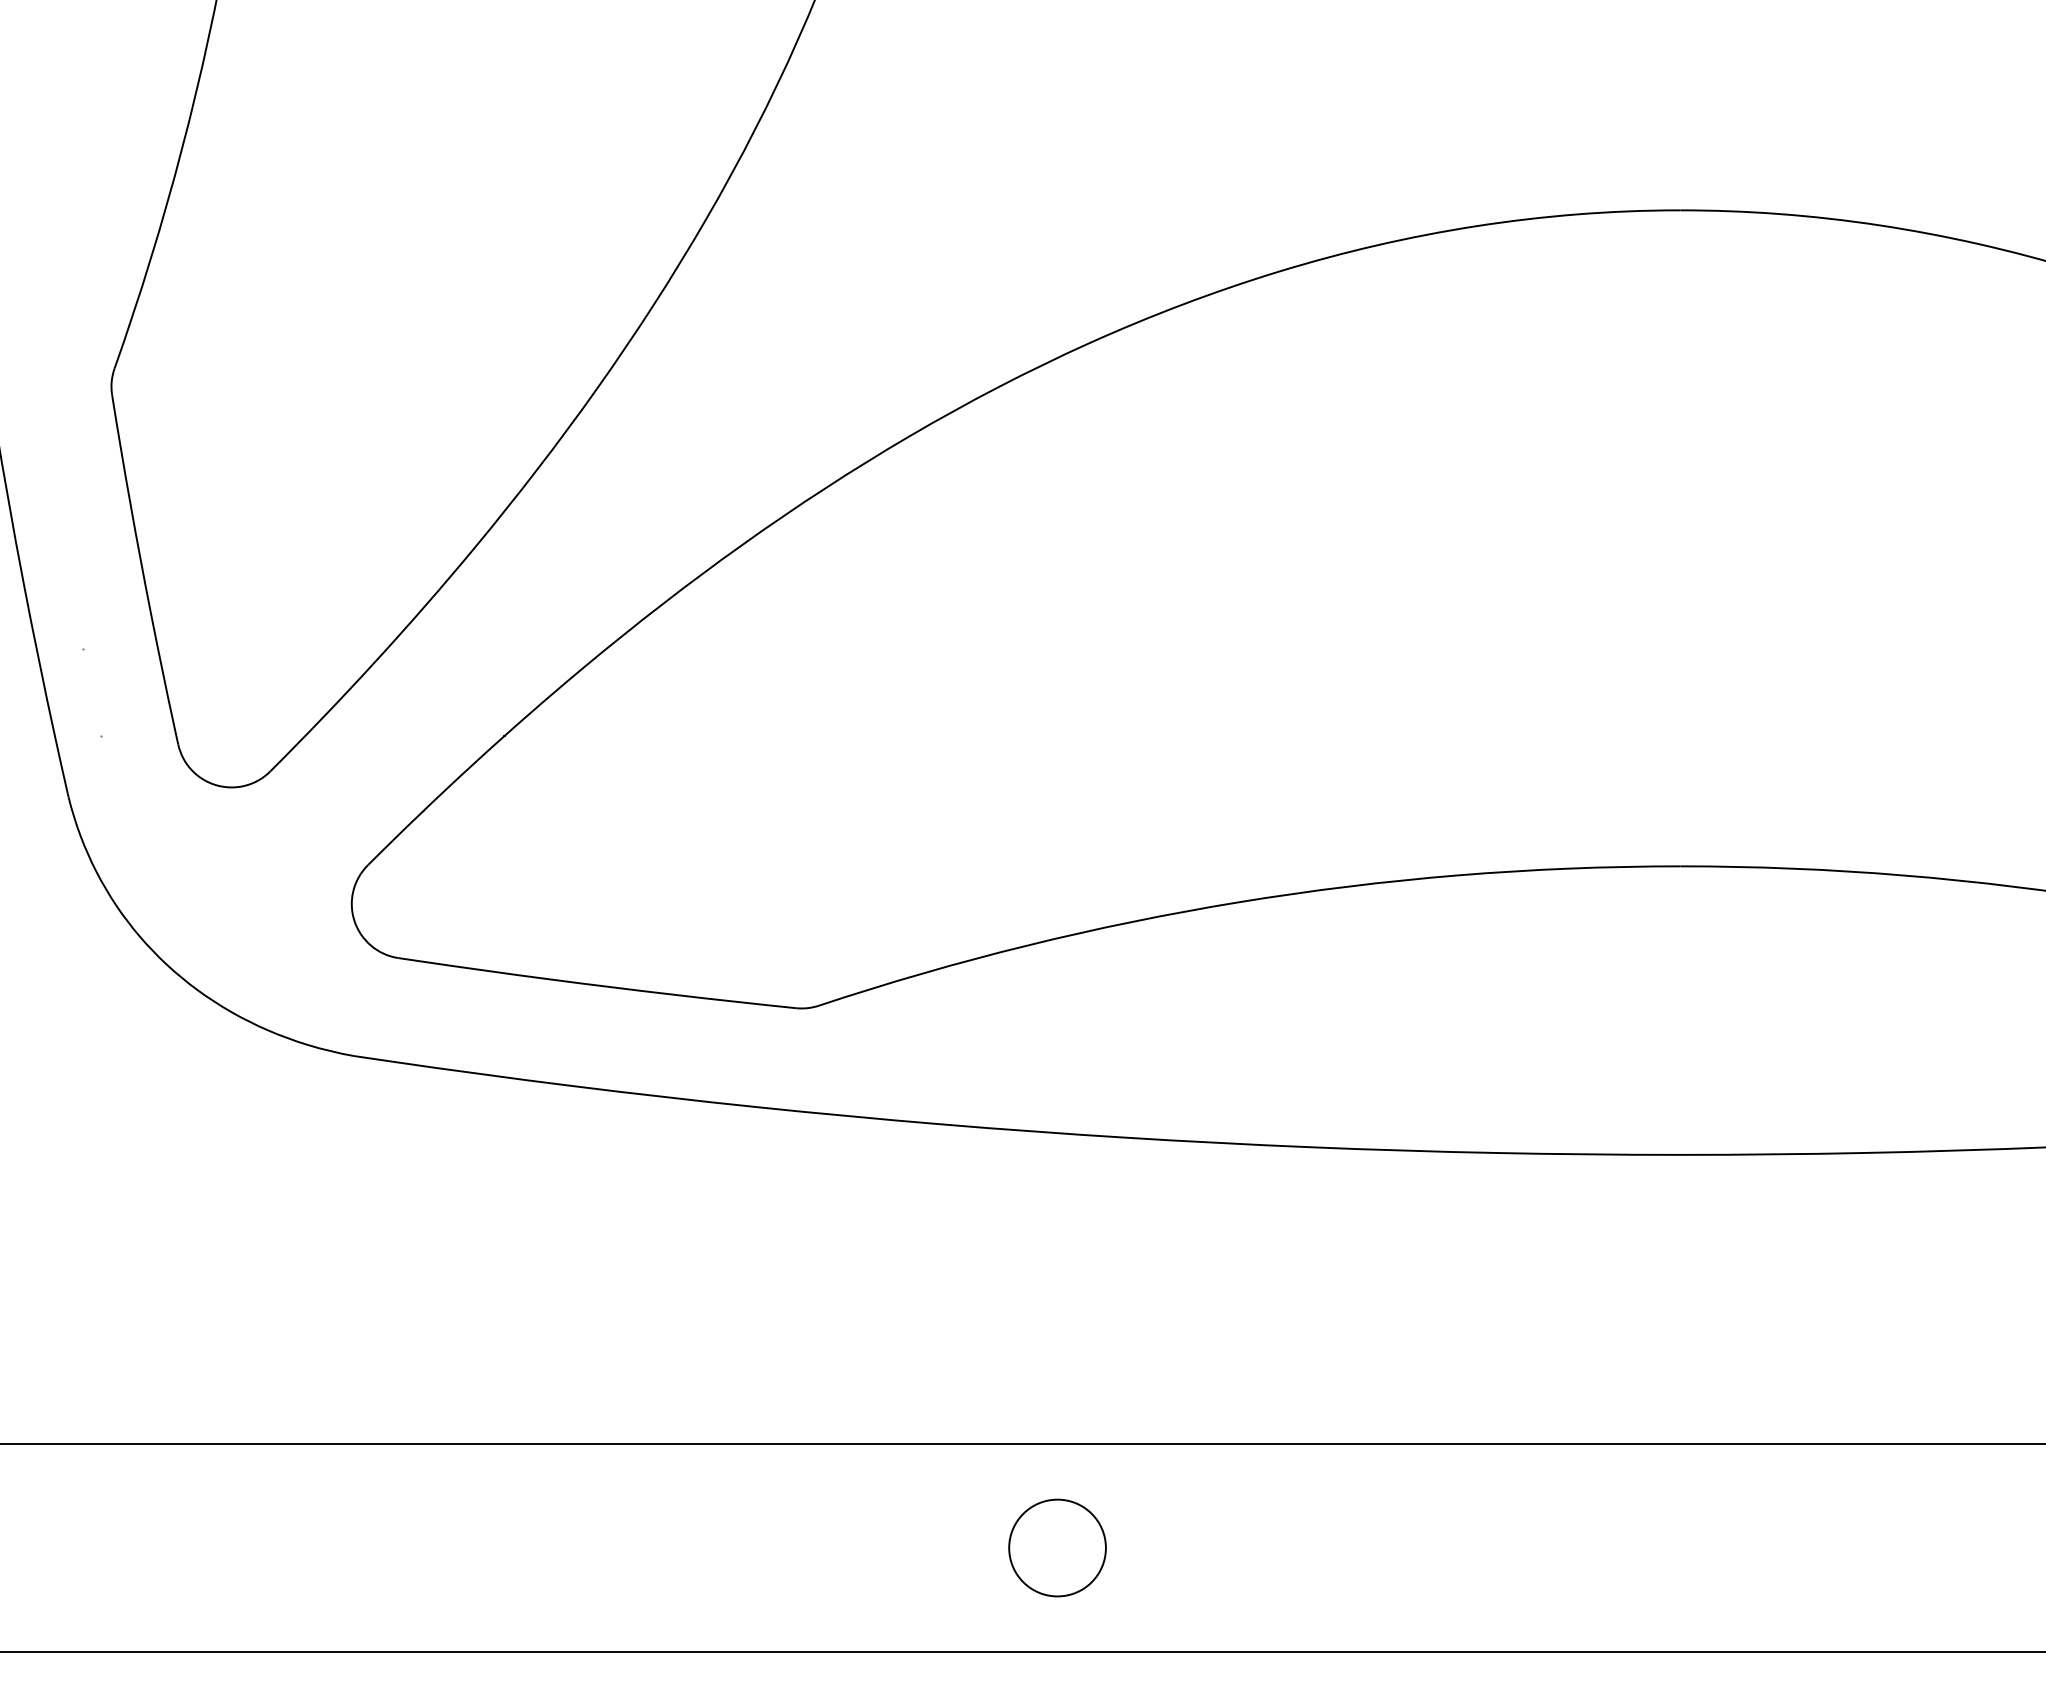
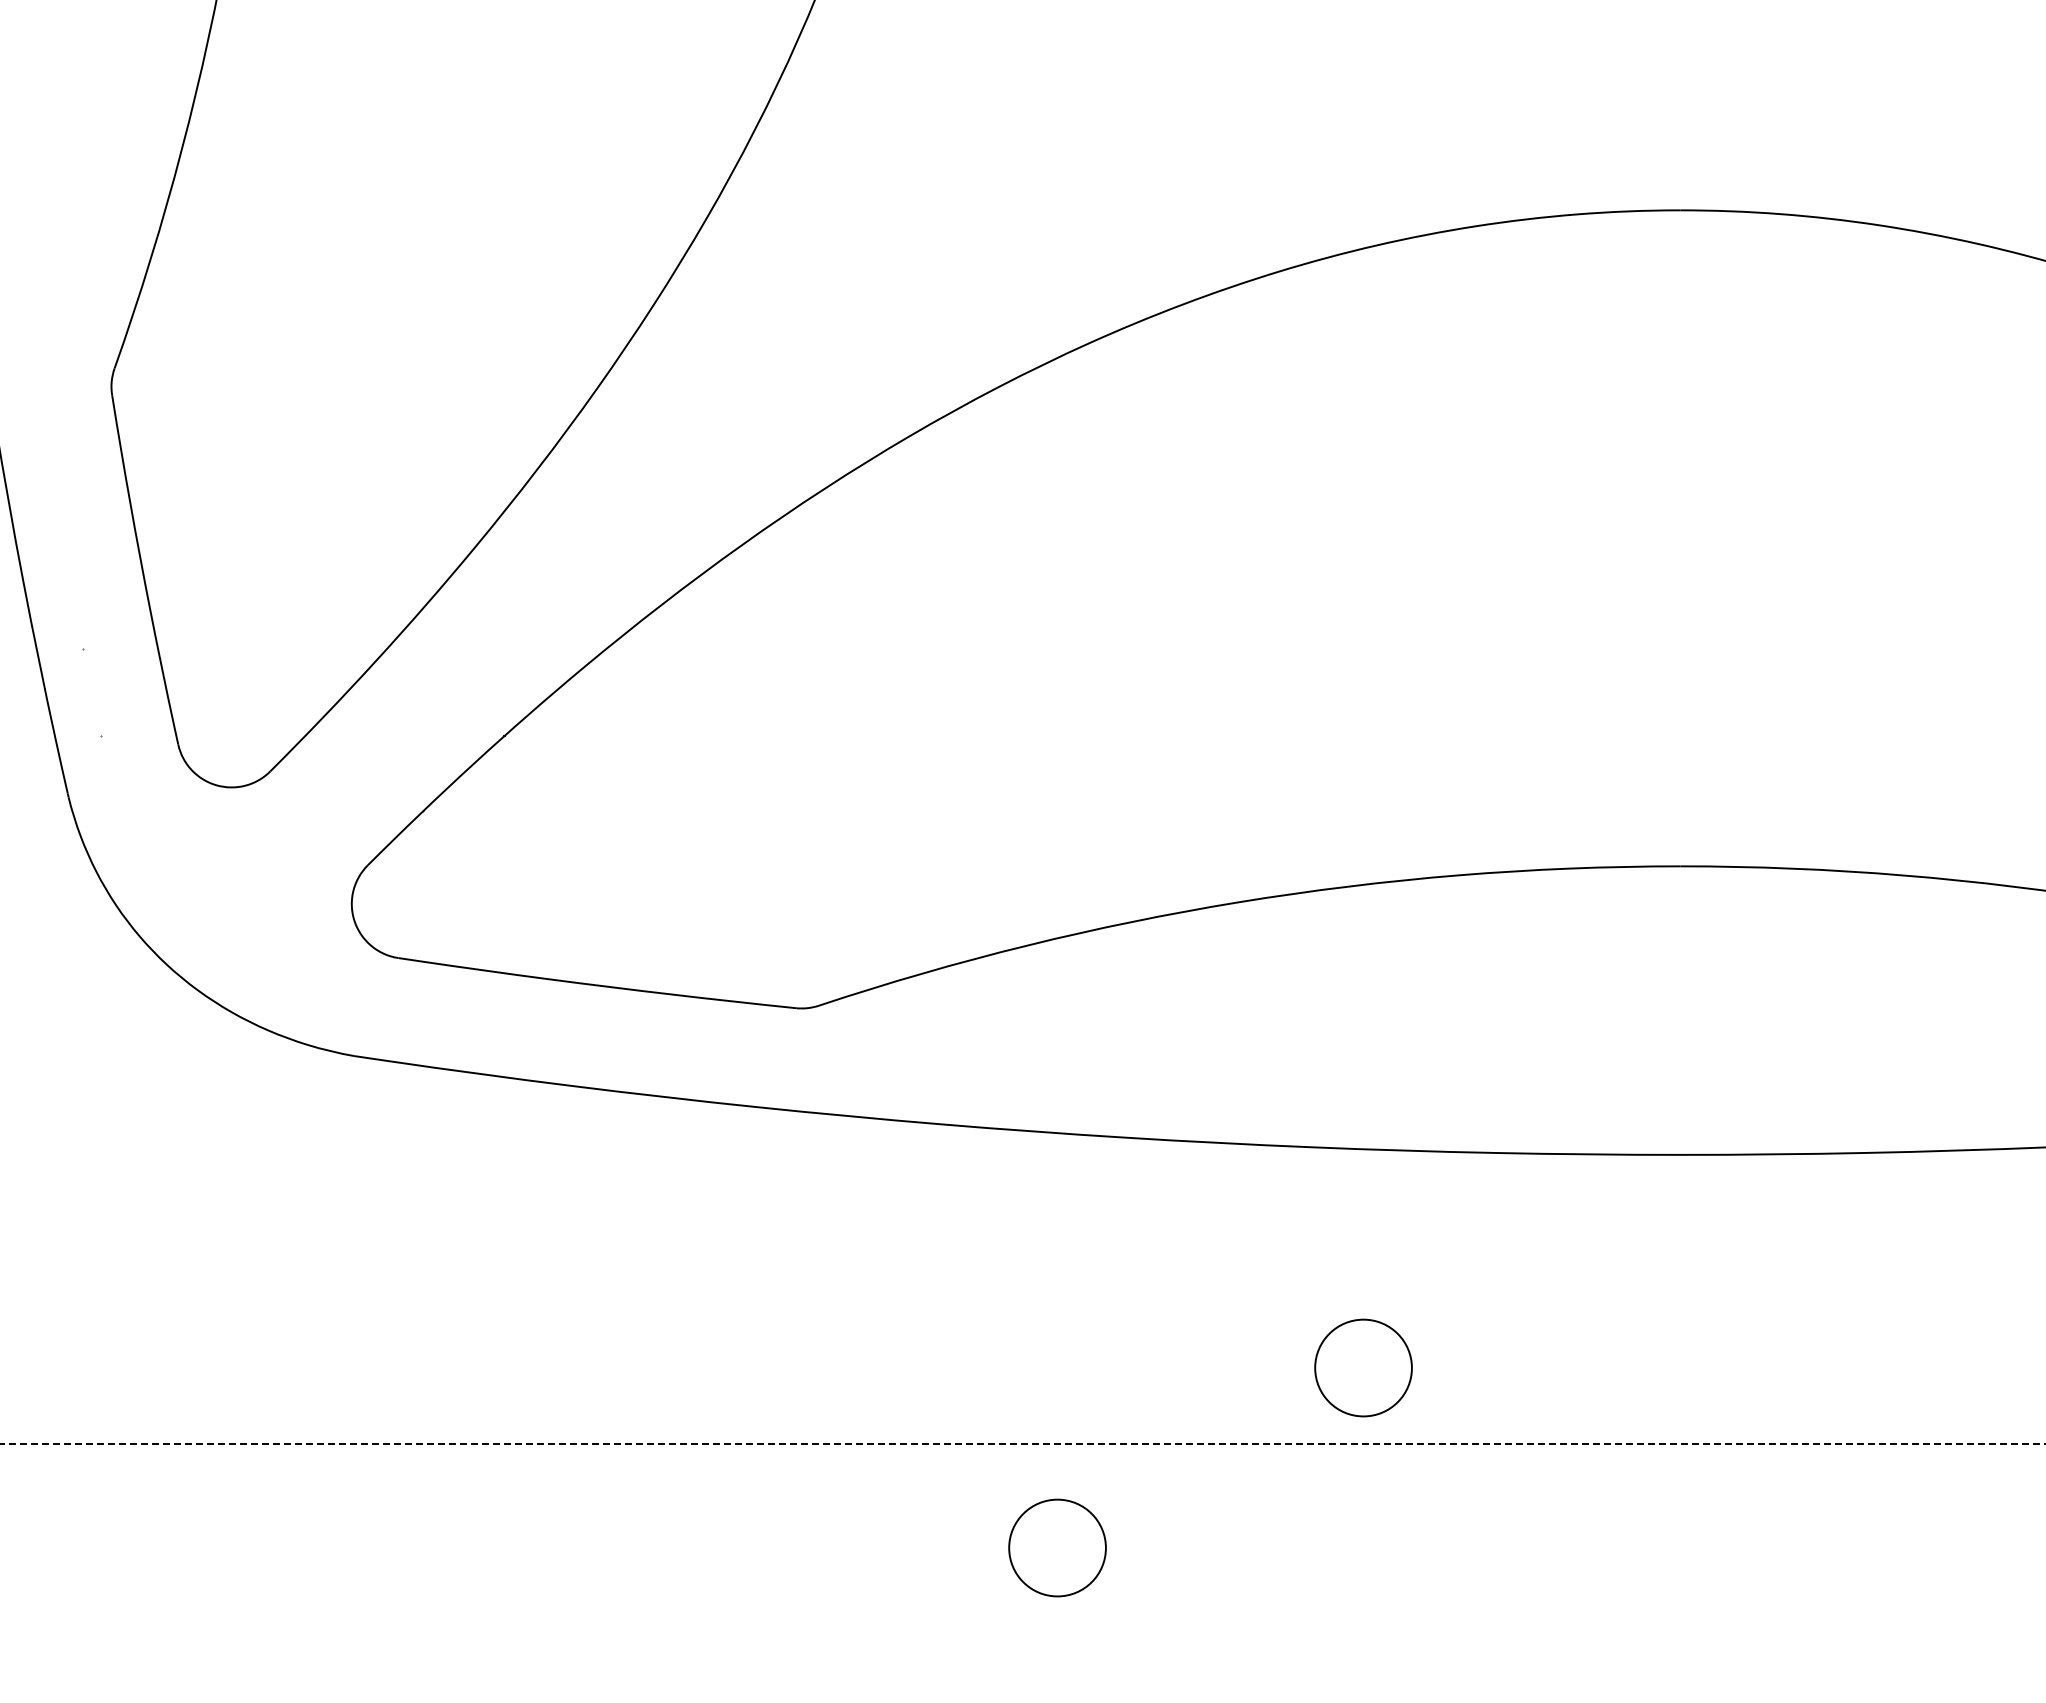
circle at (1363, 1367): none -> present
line at (1022, 1444): solid -> dashed
line at (1022, 1651): present -> none
